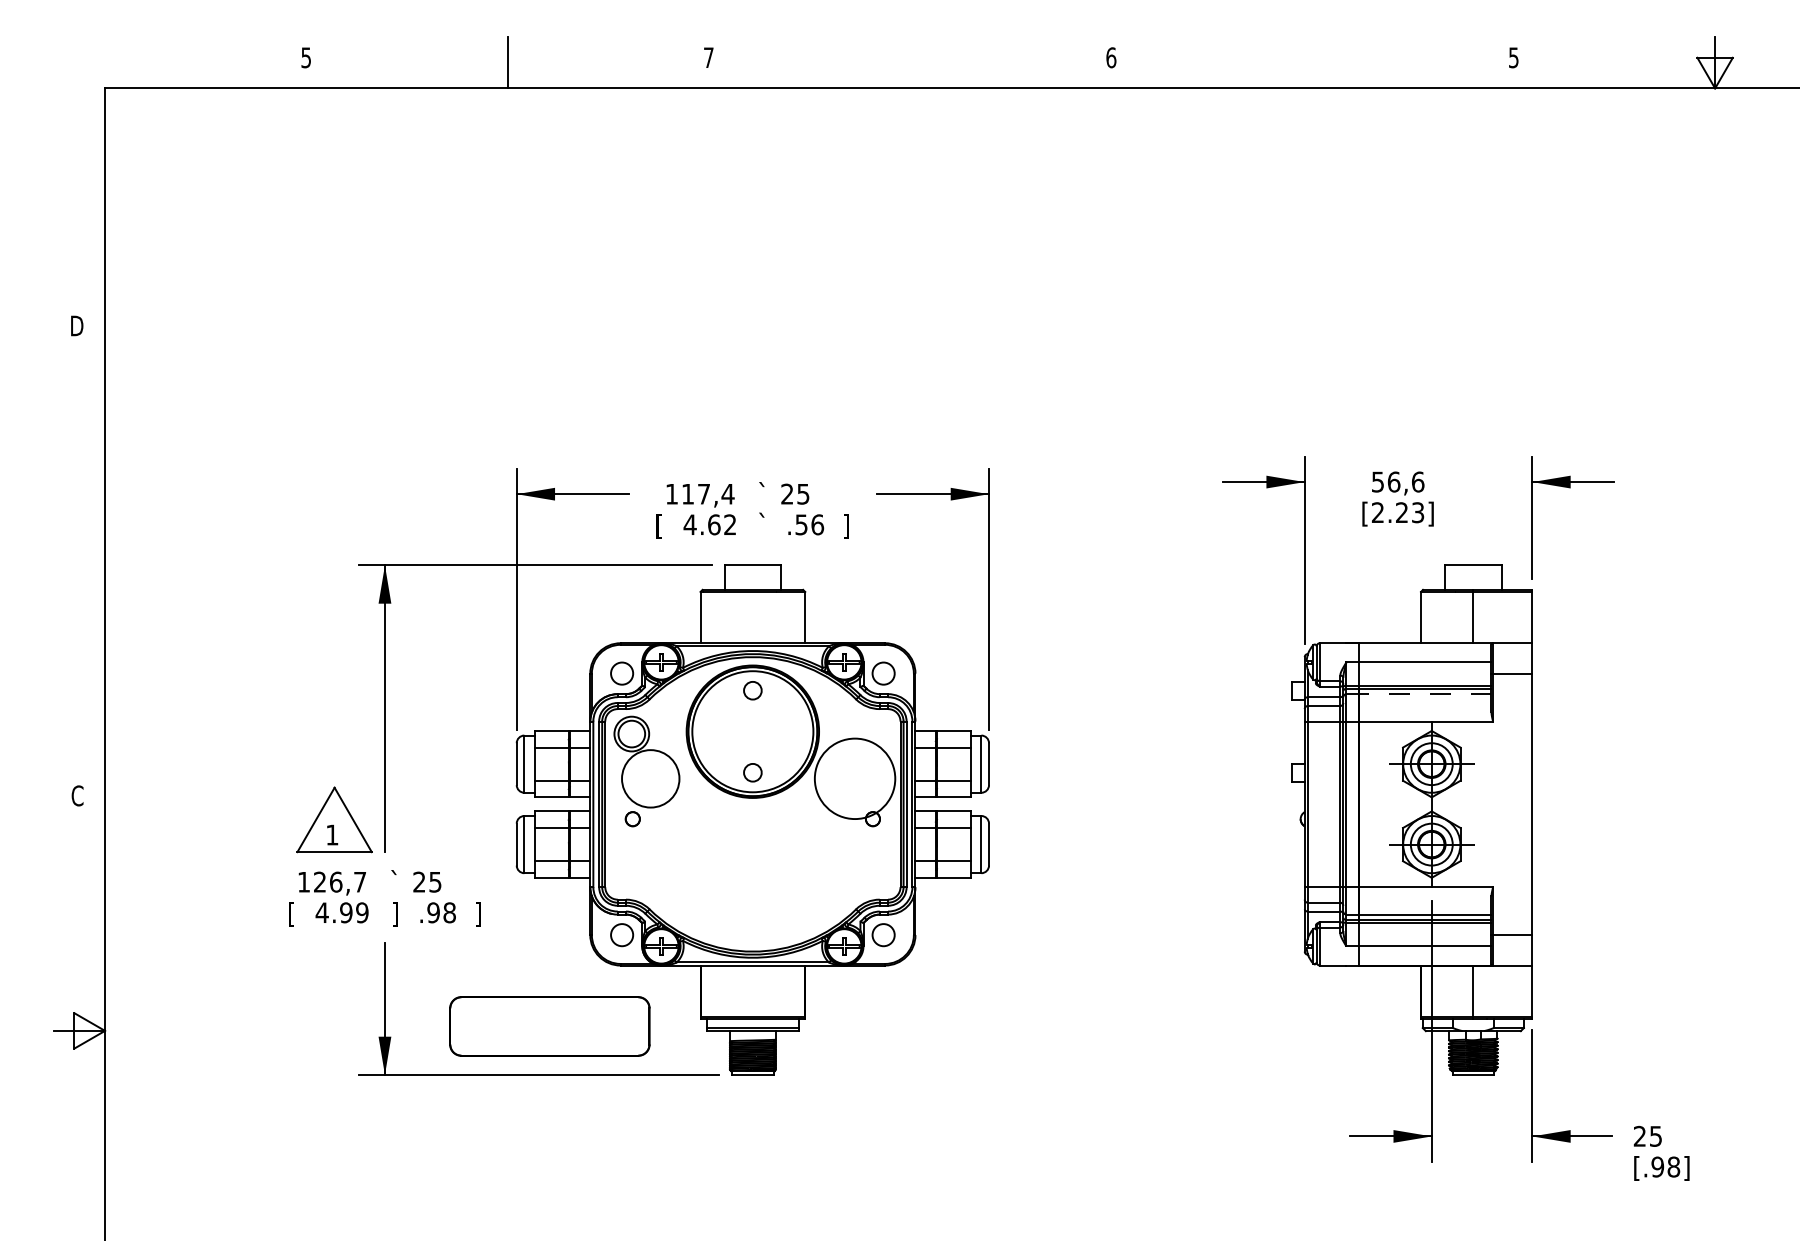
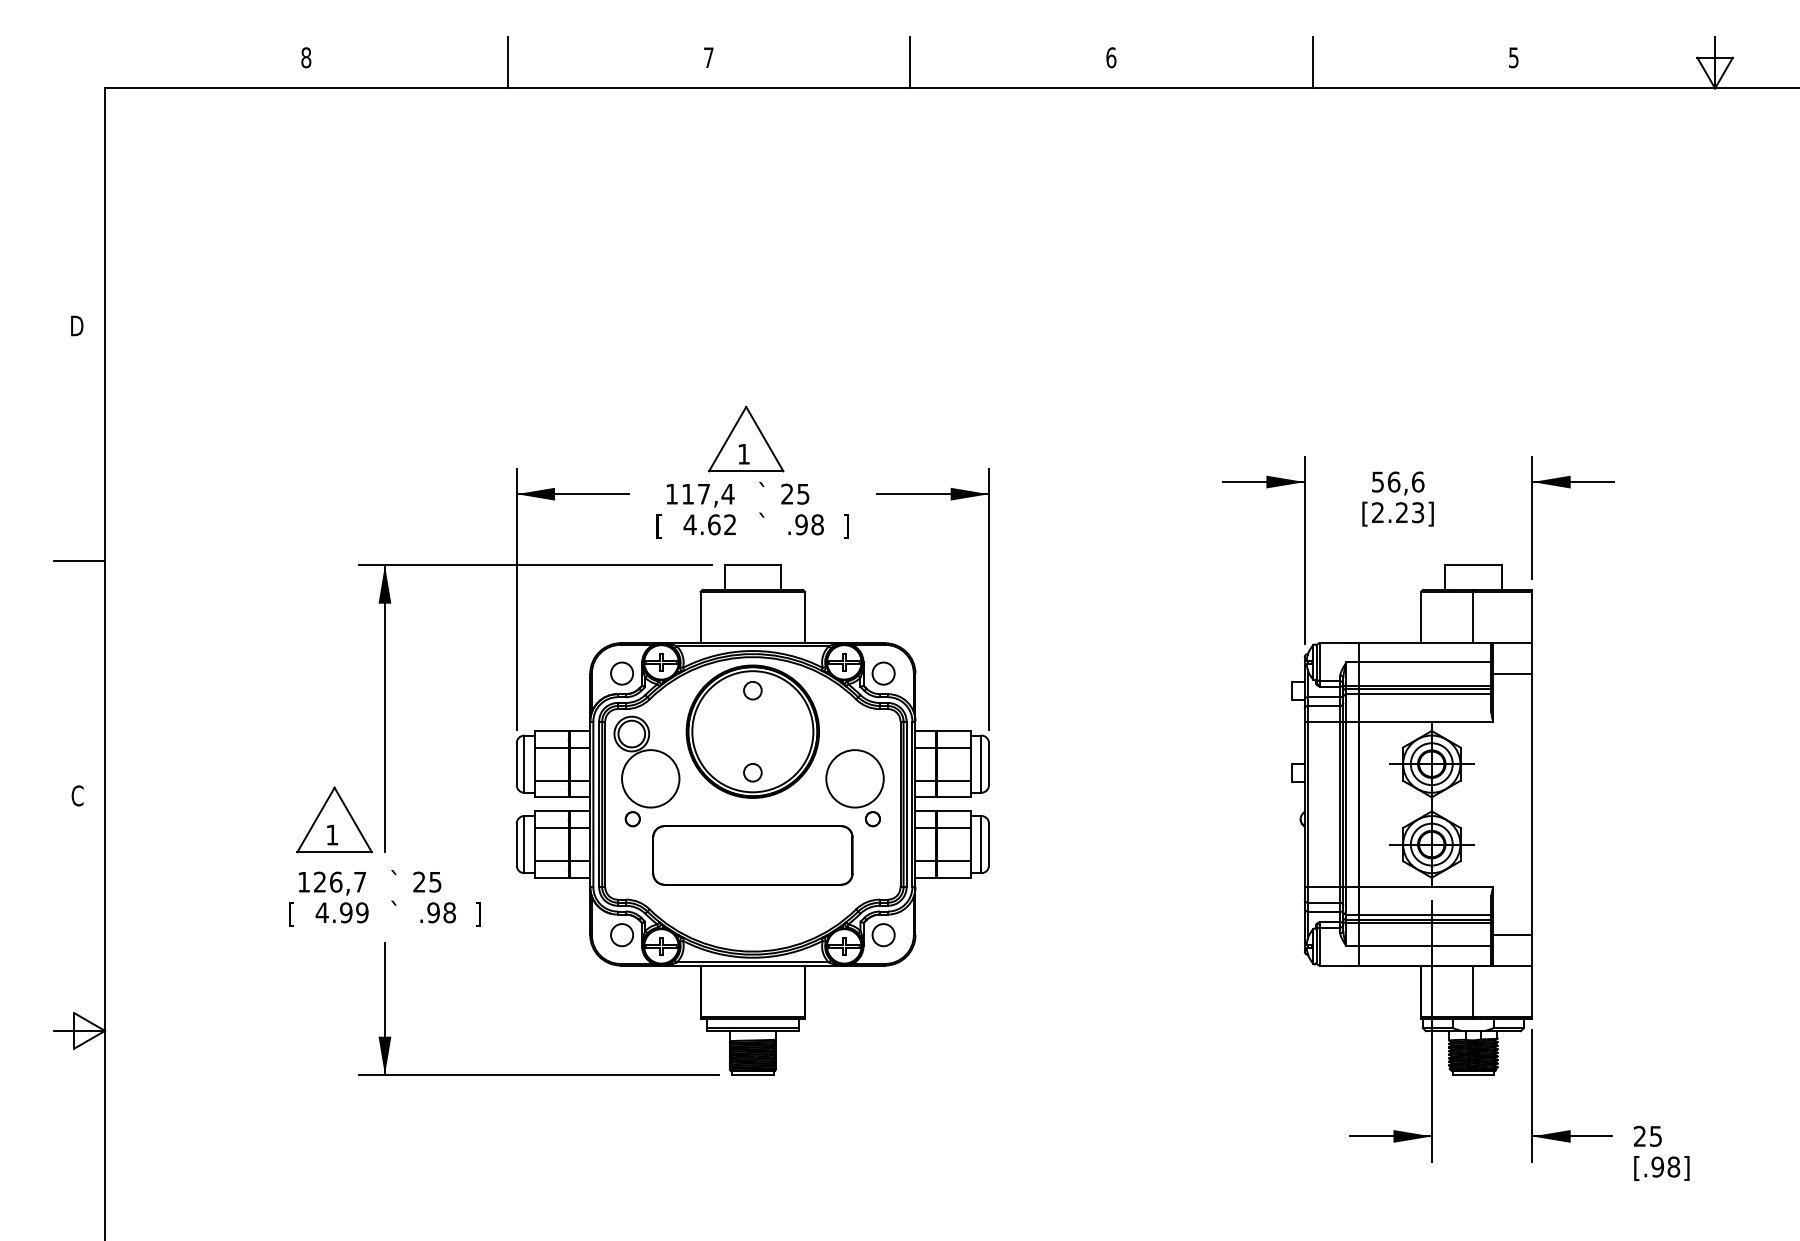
text at (306, 57): 5 -> 8
line at (910, 62): none -> present
line at (1312, 62): none -> present
part at (746, 438): none -> present
text at (809, 524): .56 -> .98
line at (79, 560): none -> present
line at (1424, 694): dashed -> solid
circle at (854, 778) diameter: 80 px -> 57 px
text at (394, 913): ] -> `
part at (549, 1026) position: (549, 1026) -> (752, 855)
